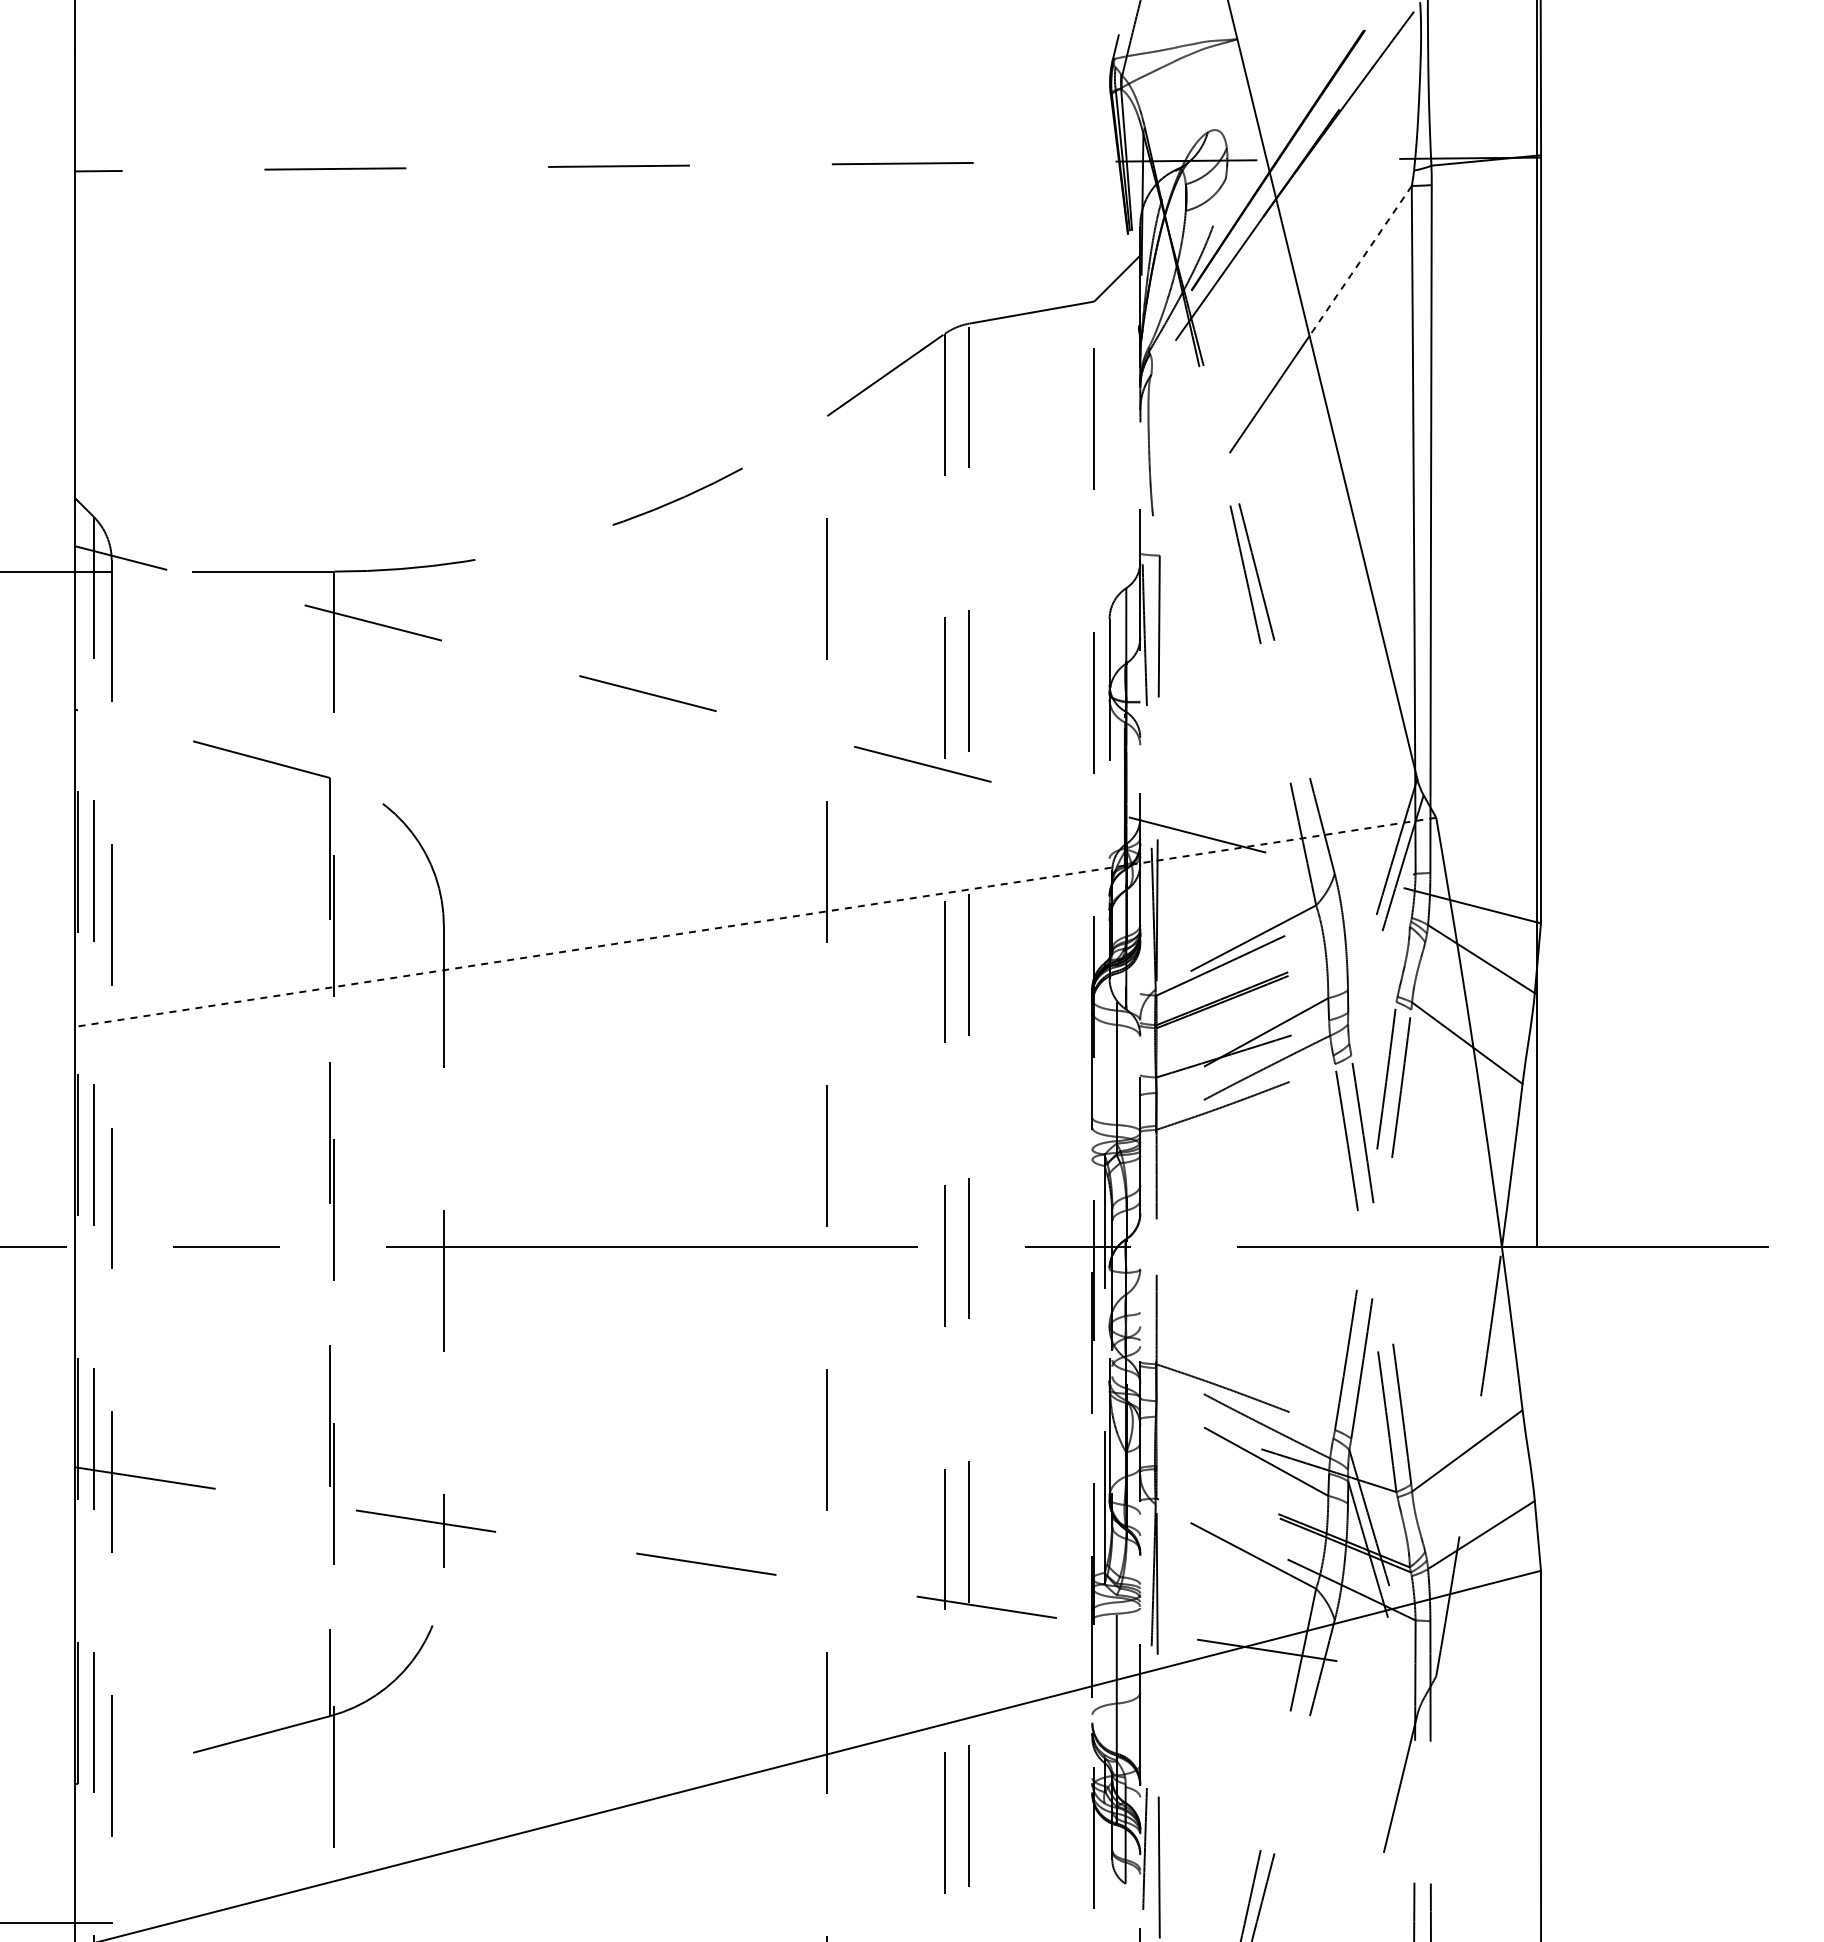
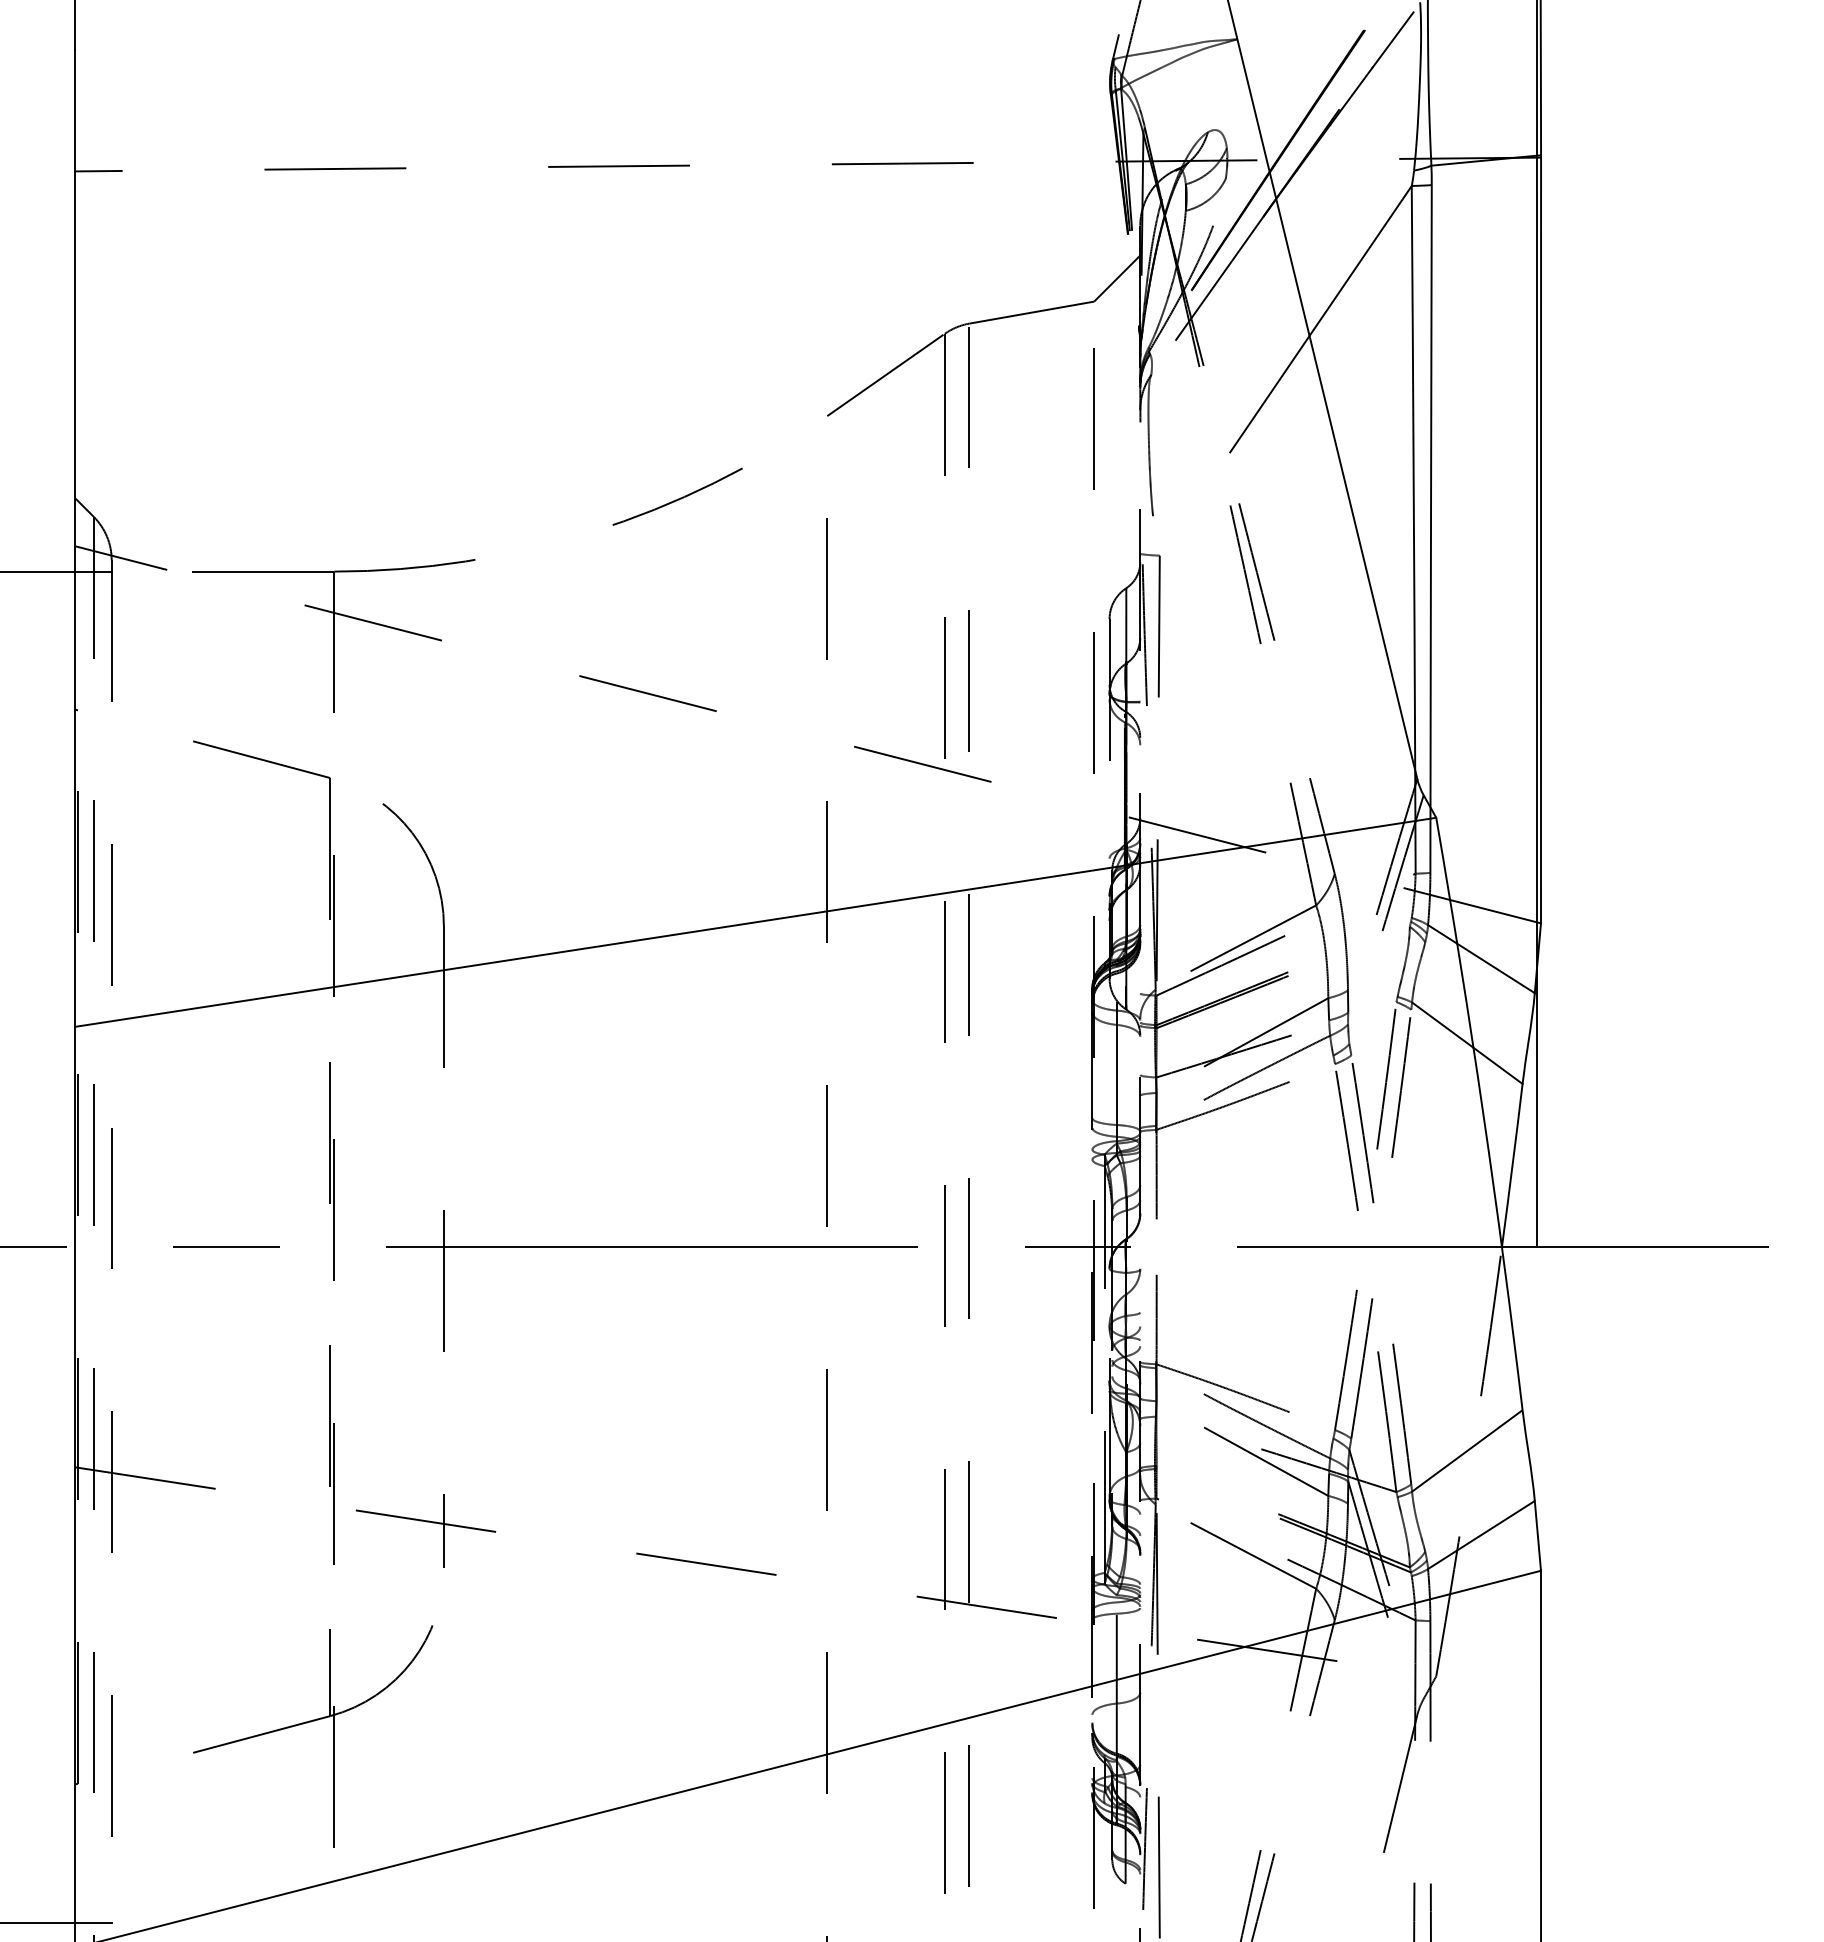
line at (1360, 260): dashed -> solid
line at (755, 922): dashed -> solid
